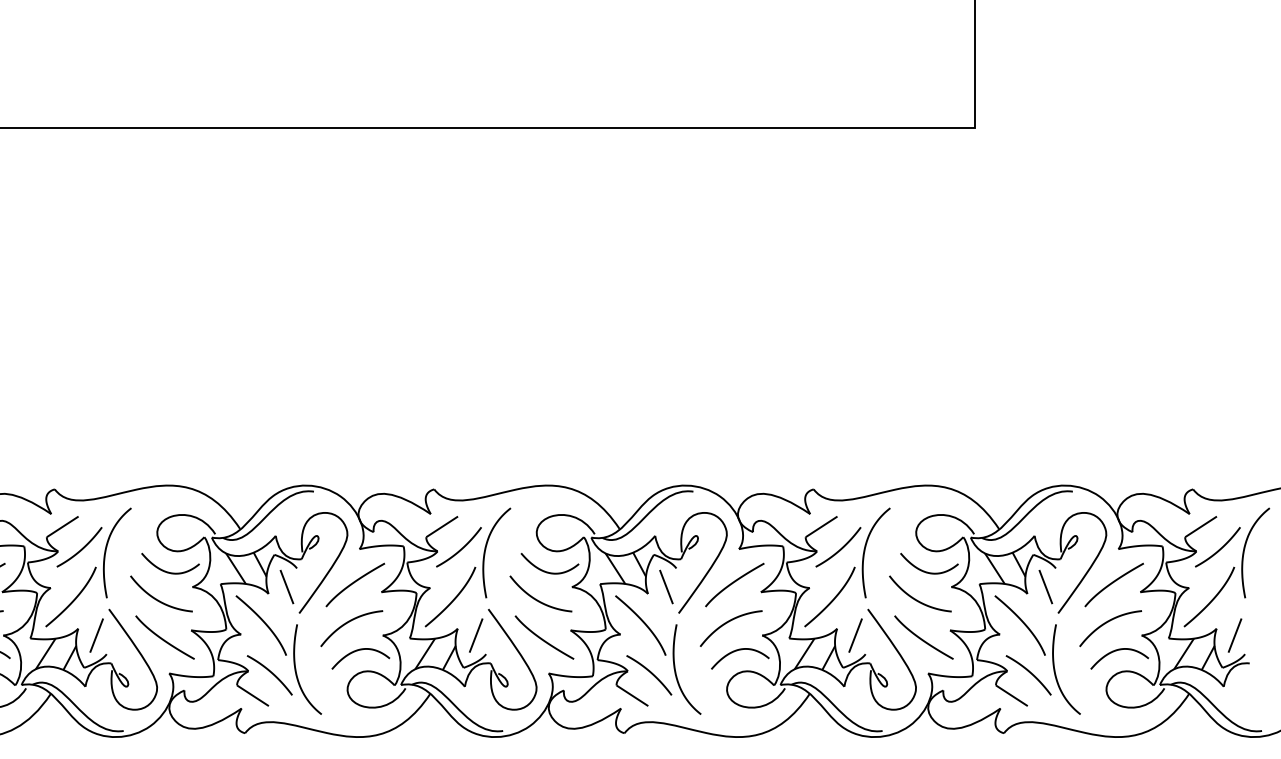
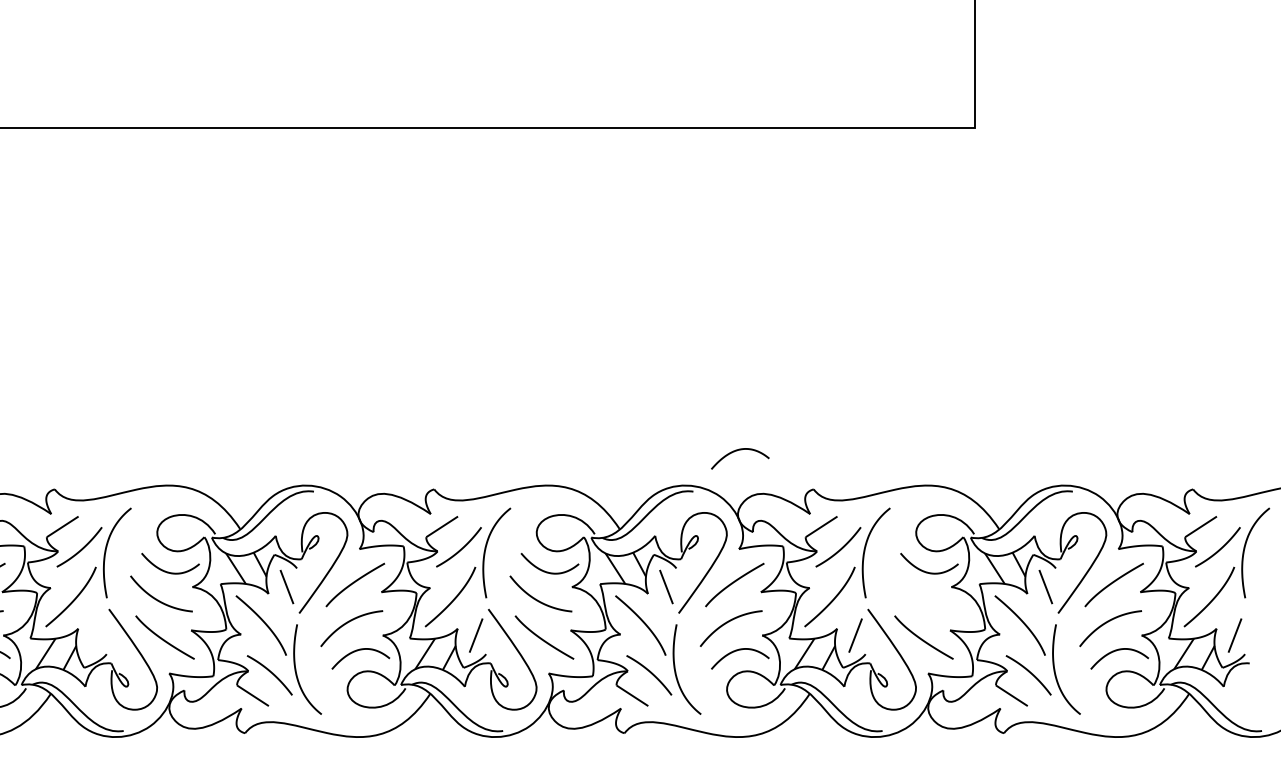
curve at (737, 451): none -> present
curve at (917, 599): present -> none
line at (96, 635): present -> none
